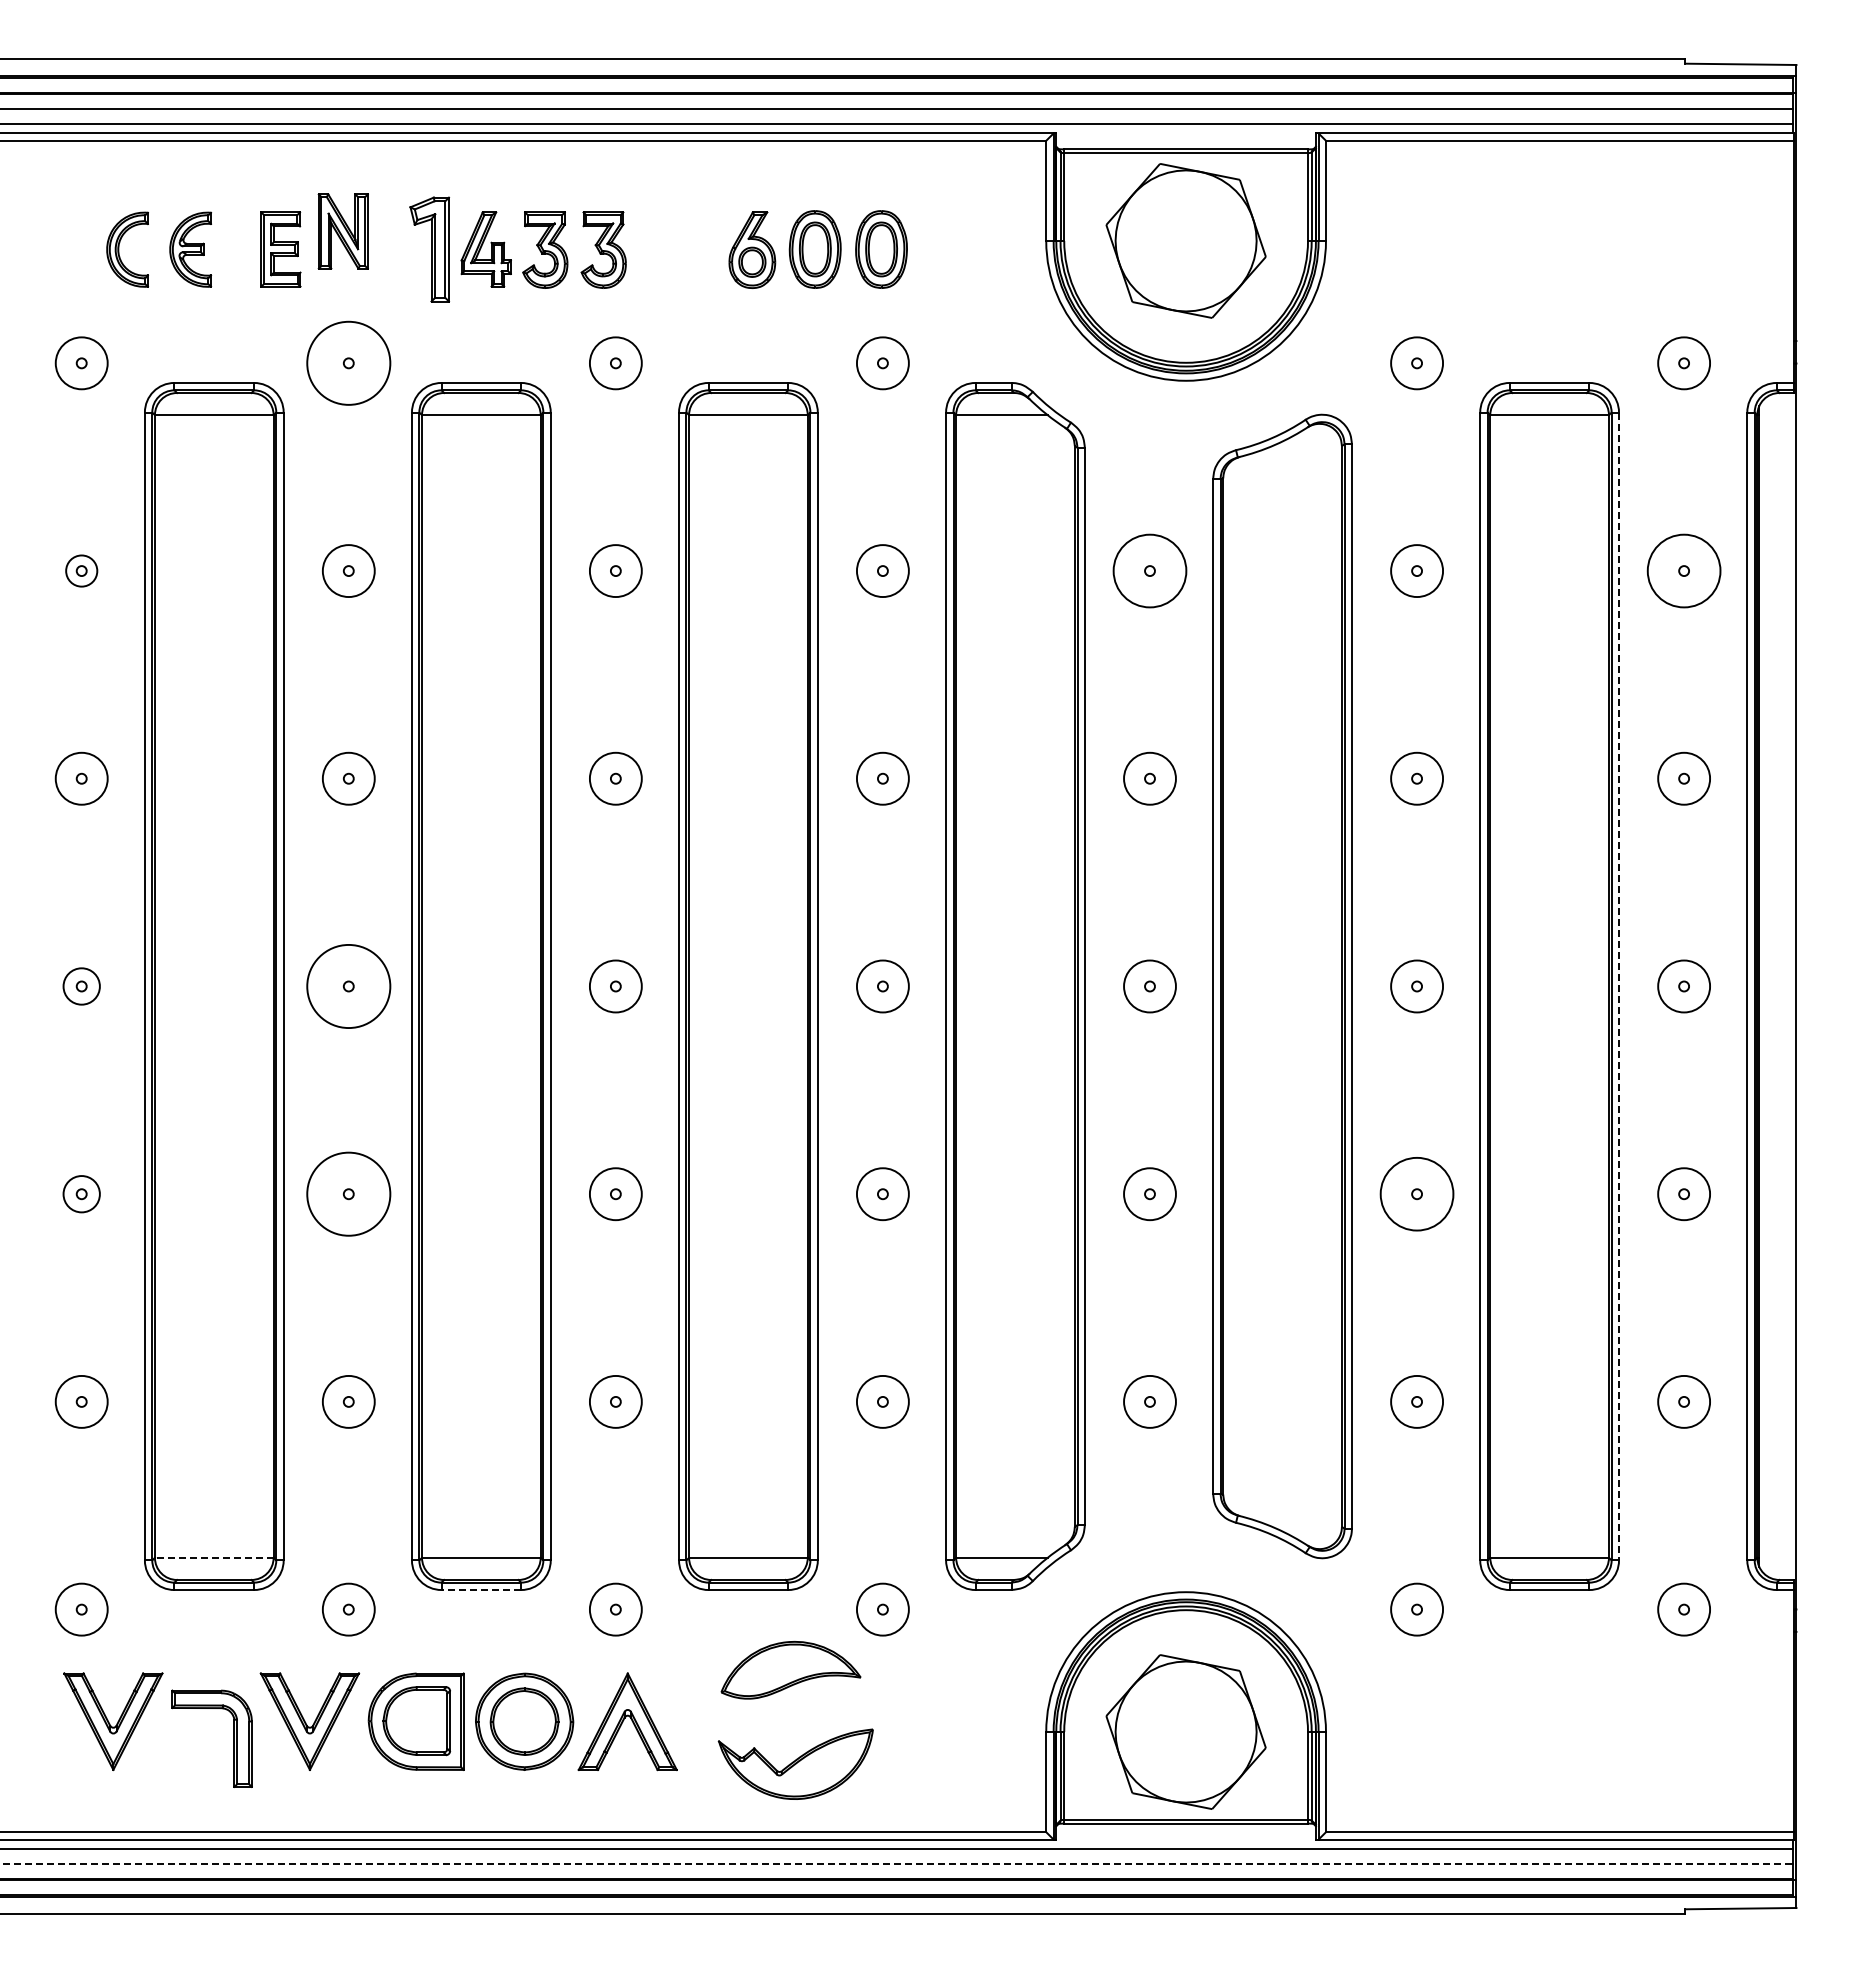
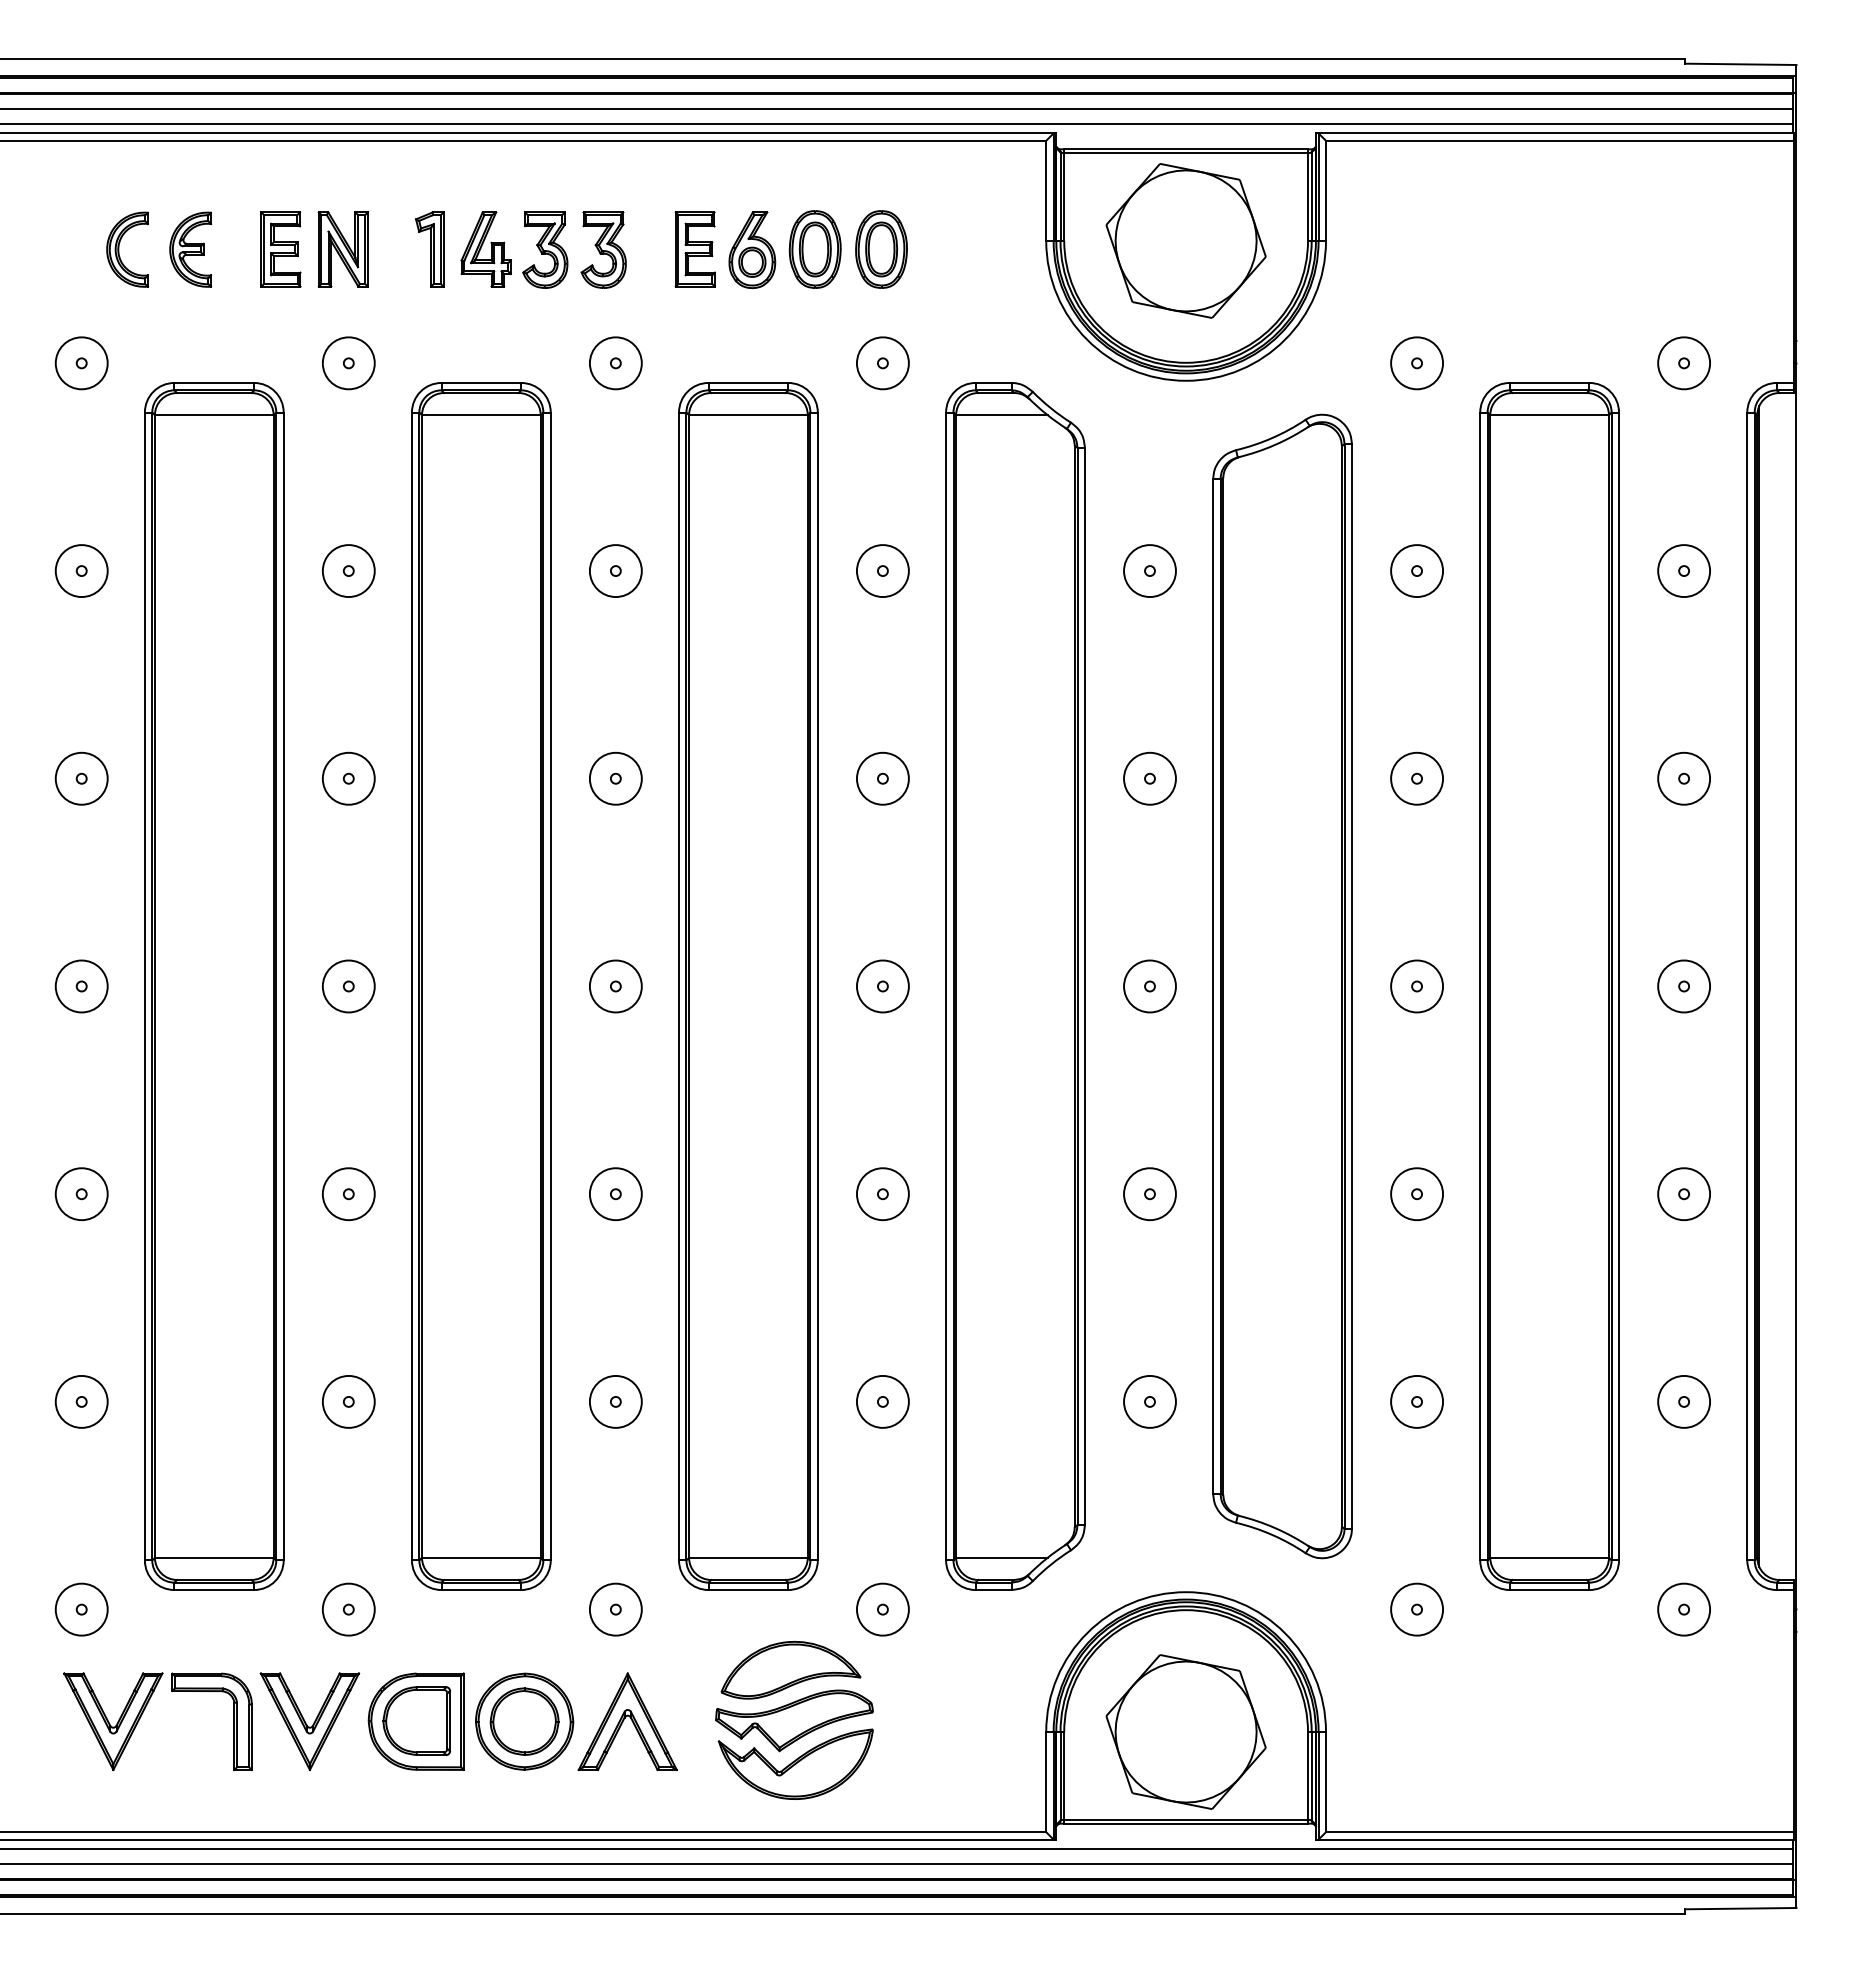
part at (342, 231) position: (342, 231) -> (342, 249)
part at (429, 249) size: 41x107 px -> 30x77 px
part at (694, 249): none -> present
circle at (348, 362) diameter: 83 px -> 52 px
circle at (81, 570) diameter: 31 px -> 52 px
circle at (1149, 570) diameter: 73 px -> 52 px
circle at (1683, 570) diameter: 73 px -> 52 px
circle at (81, 986) diameter: 36 px -> 52 px
circle at (348, 986) diameter: 83 px -> 52 px
line at (1619, 986): dashed -> solid
circle at (348, 1193) diameter: 83 px -> 52 px
circle at (1416, 1193) diameter: 73 px -> 52 px
circle at (81, 1194) diameter: 36 px -> 52 px
line at (213, 1557): dashed -> solid
line at (481, 1590): dashed -> solid
part at (794, 1720): none -> present
part at (233, 1738) position: (233, 1738) -> (233, 1721)
line at (897, 1864): dashed -> solid
